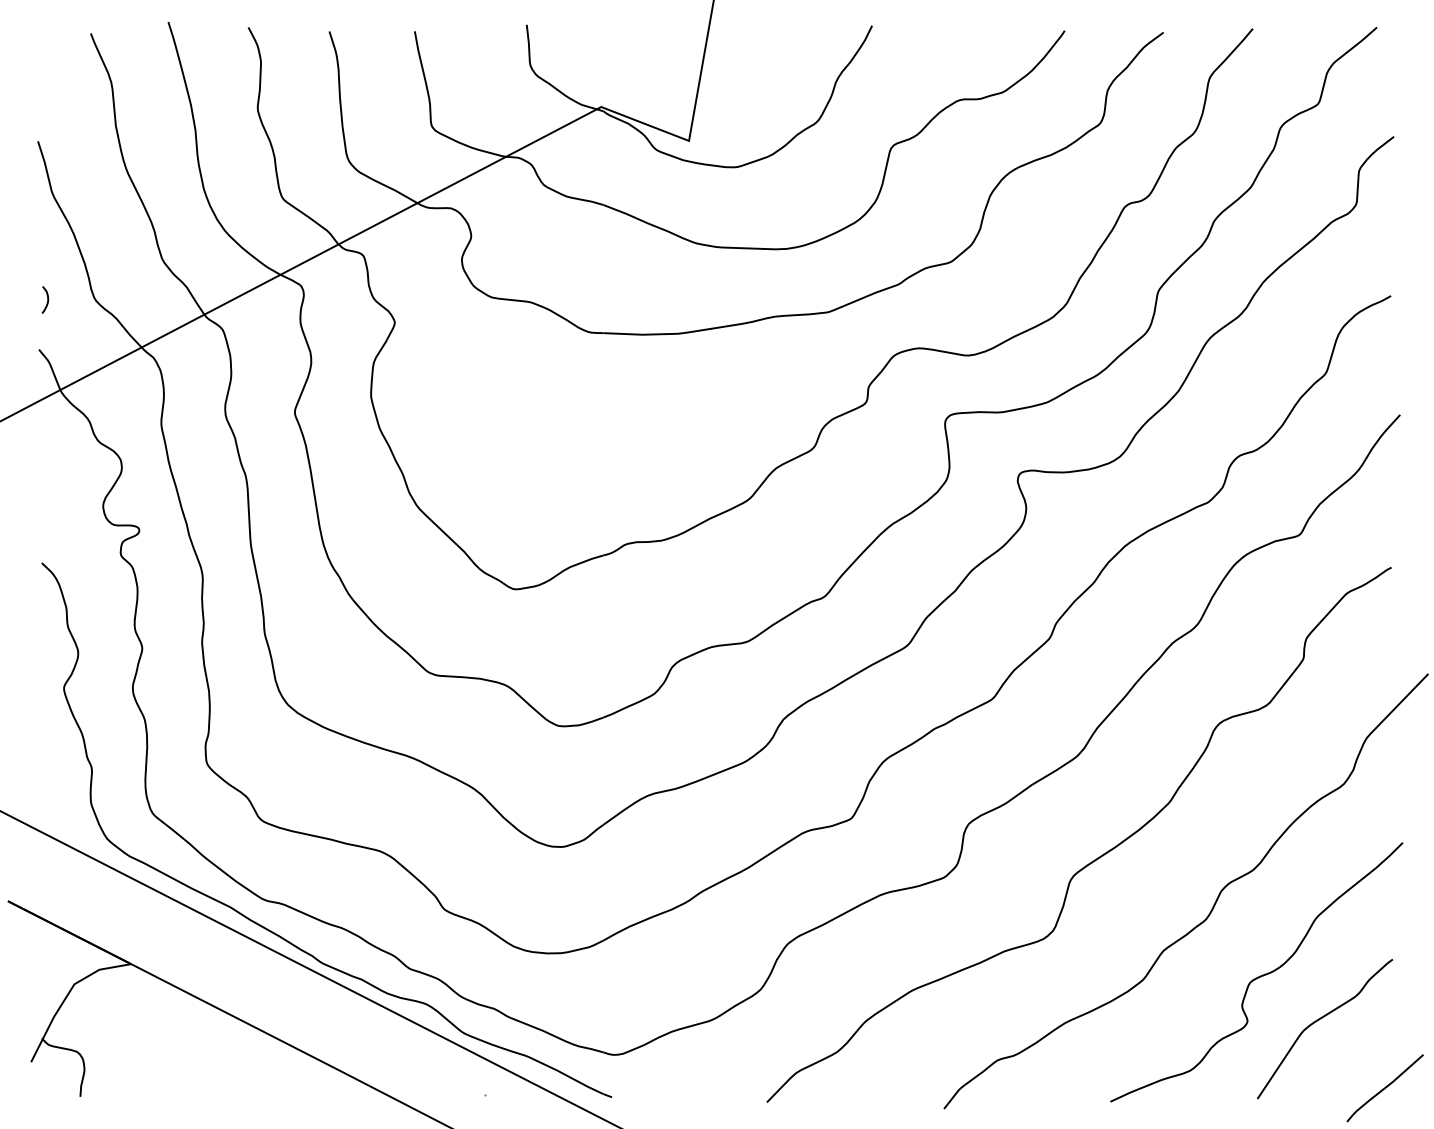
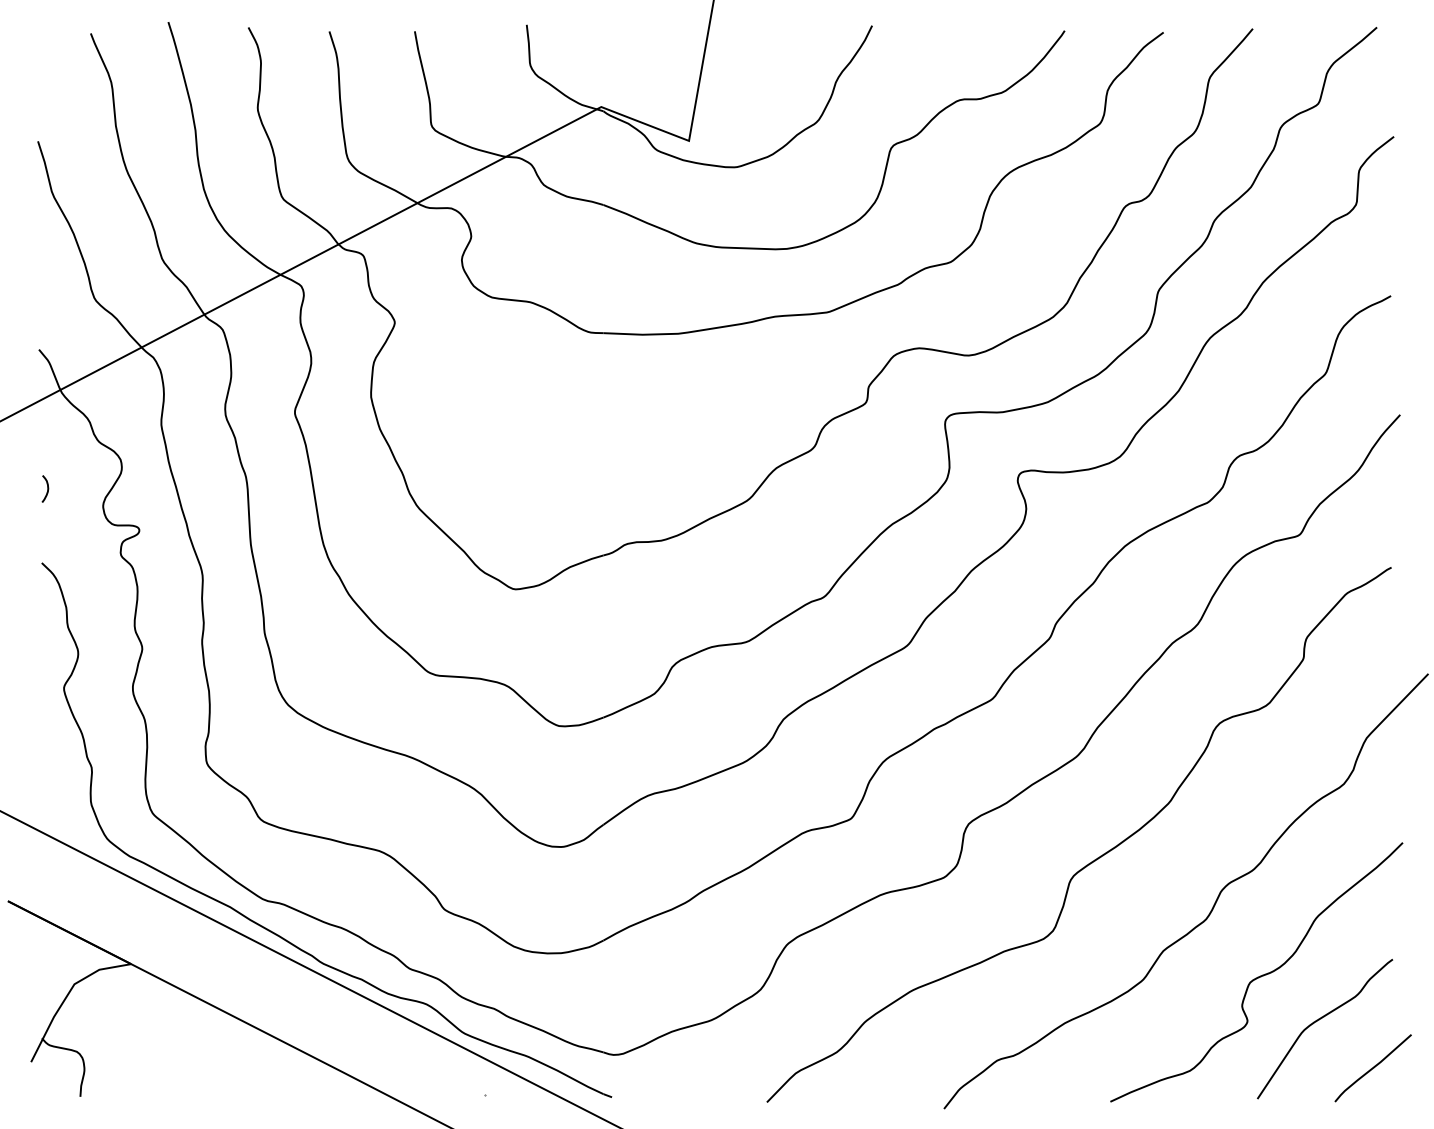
curve at (47, 299) position: (47, 299) -> (47, 488)
curve at (1384, 1088) position: (1384, 1088) -> (1372, 1068)
